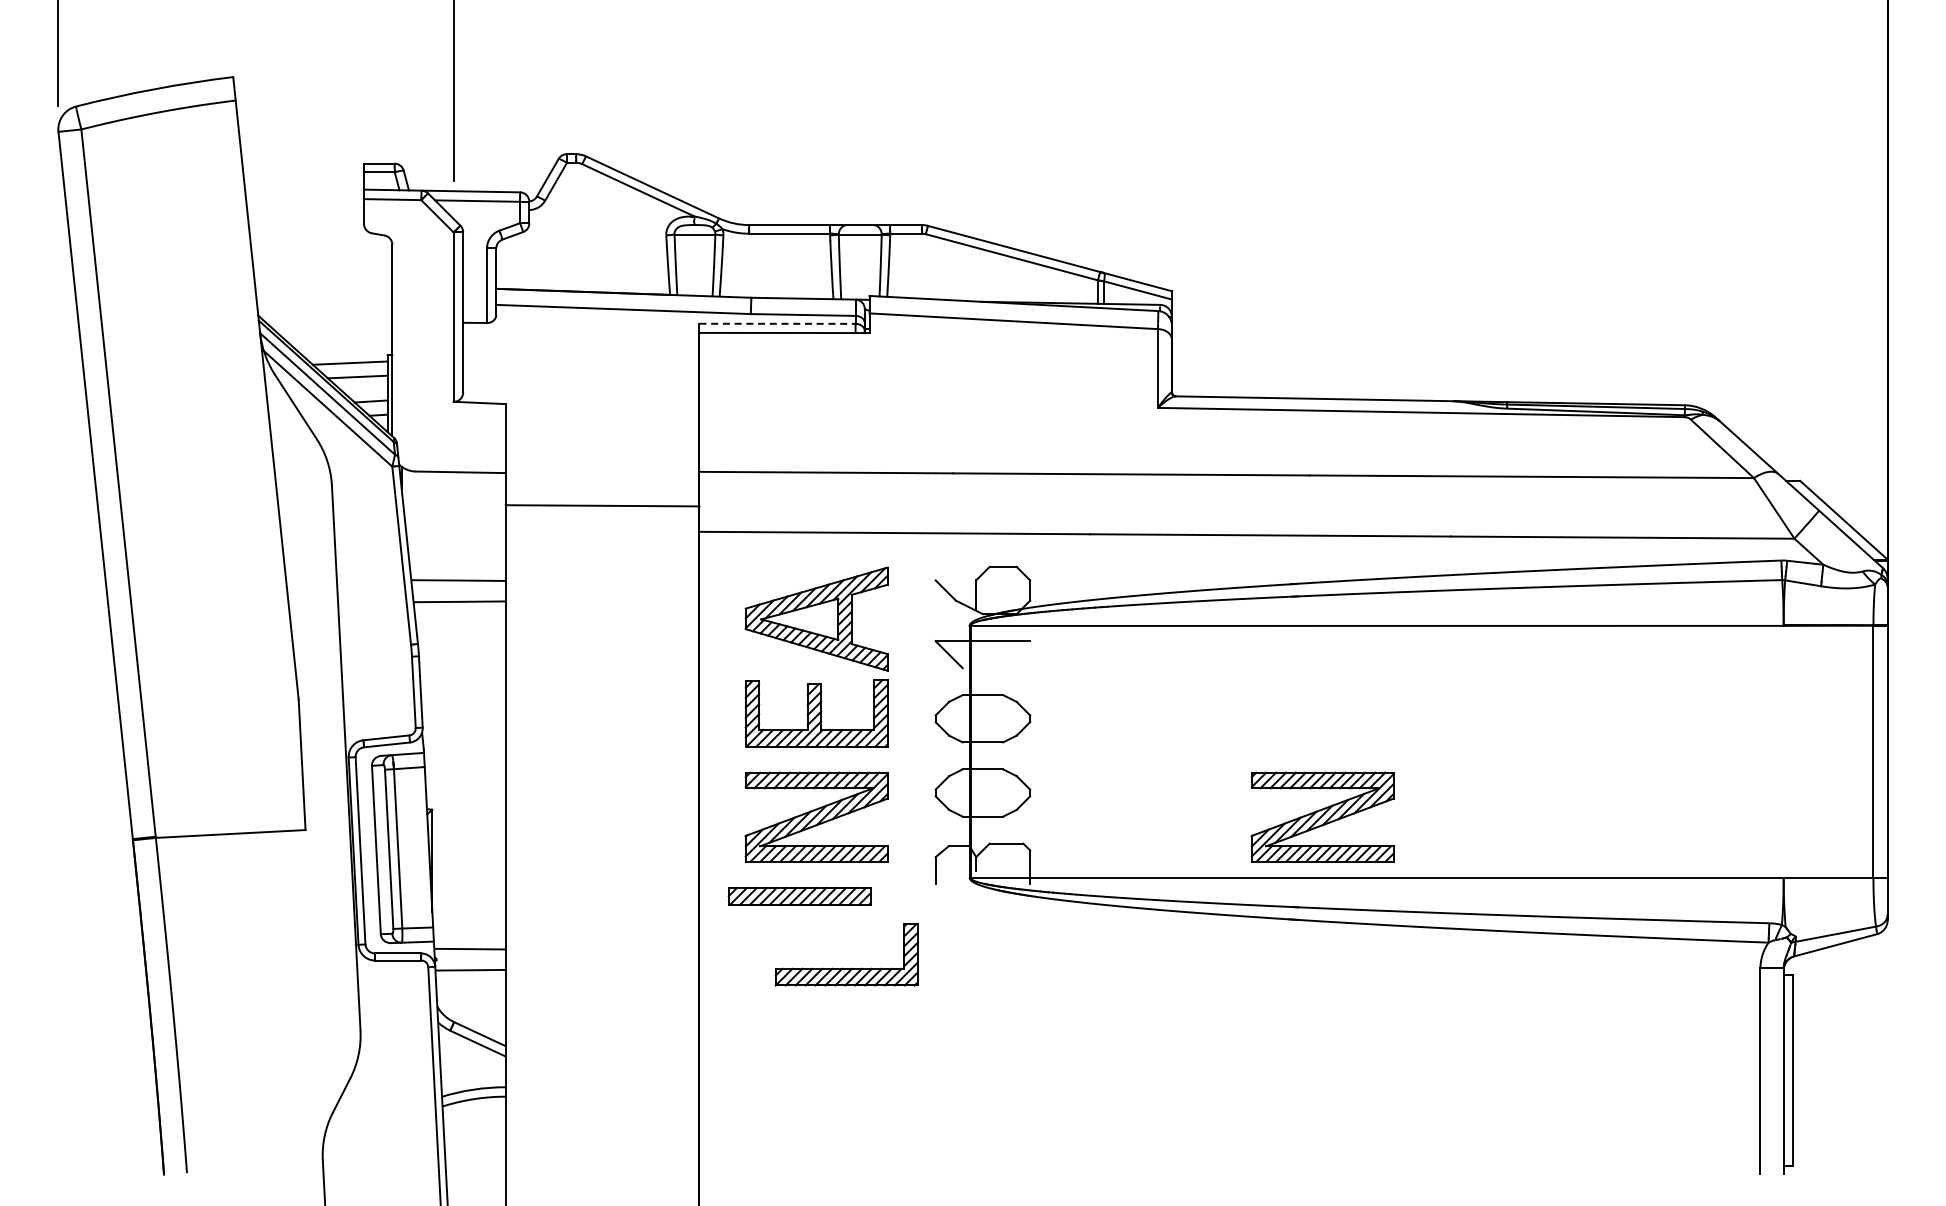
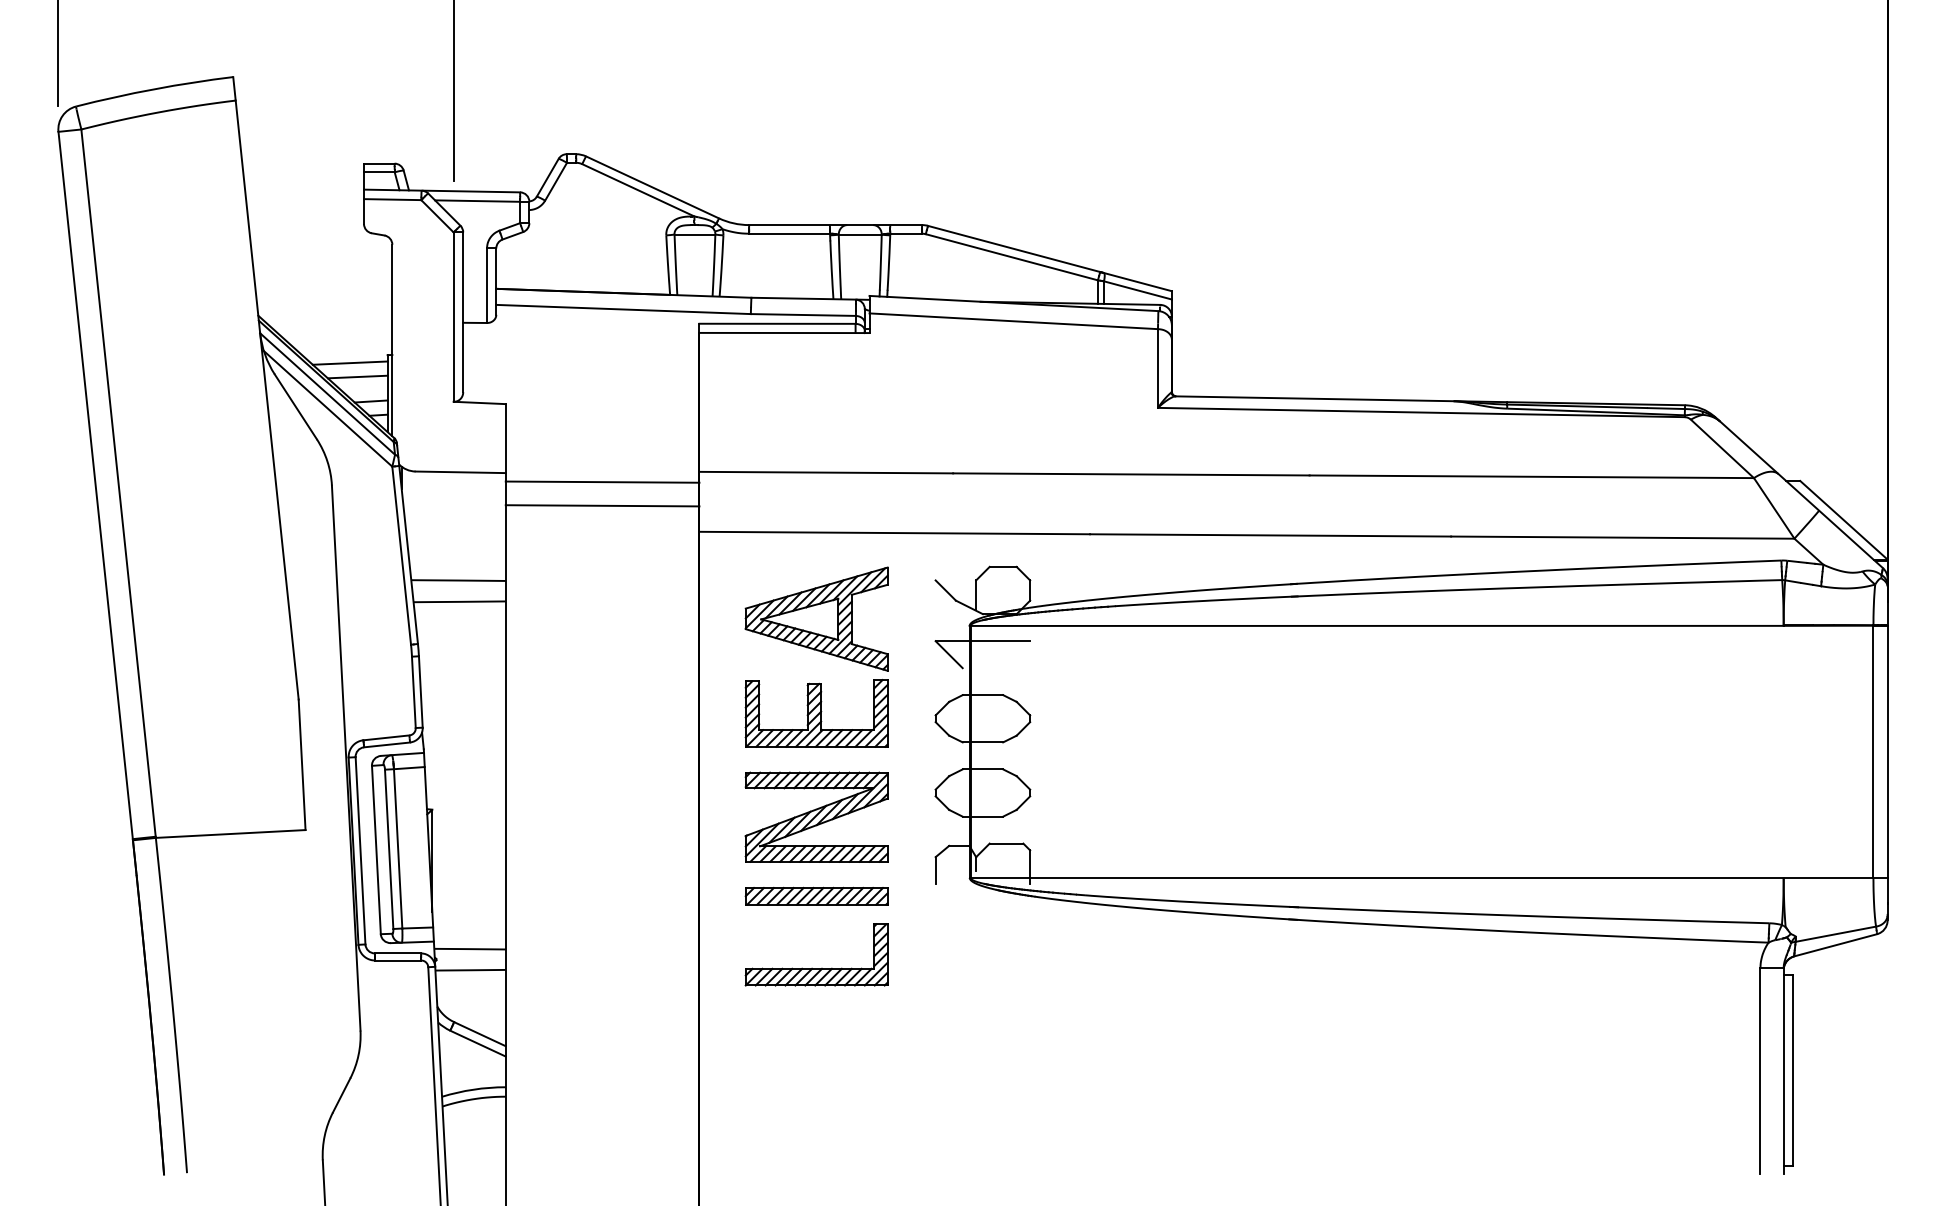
line at (777, 323): dashed -> solid
line at (602, 481): none -> present
part at (1322, 816): present -> none
part at (799, 895) position: (799, 895) -> (816, 895)
part at (842, 967) position: (842, 967) -> (812, 967)
